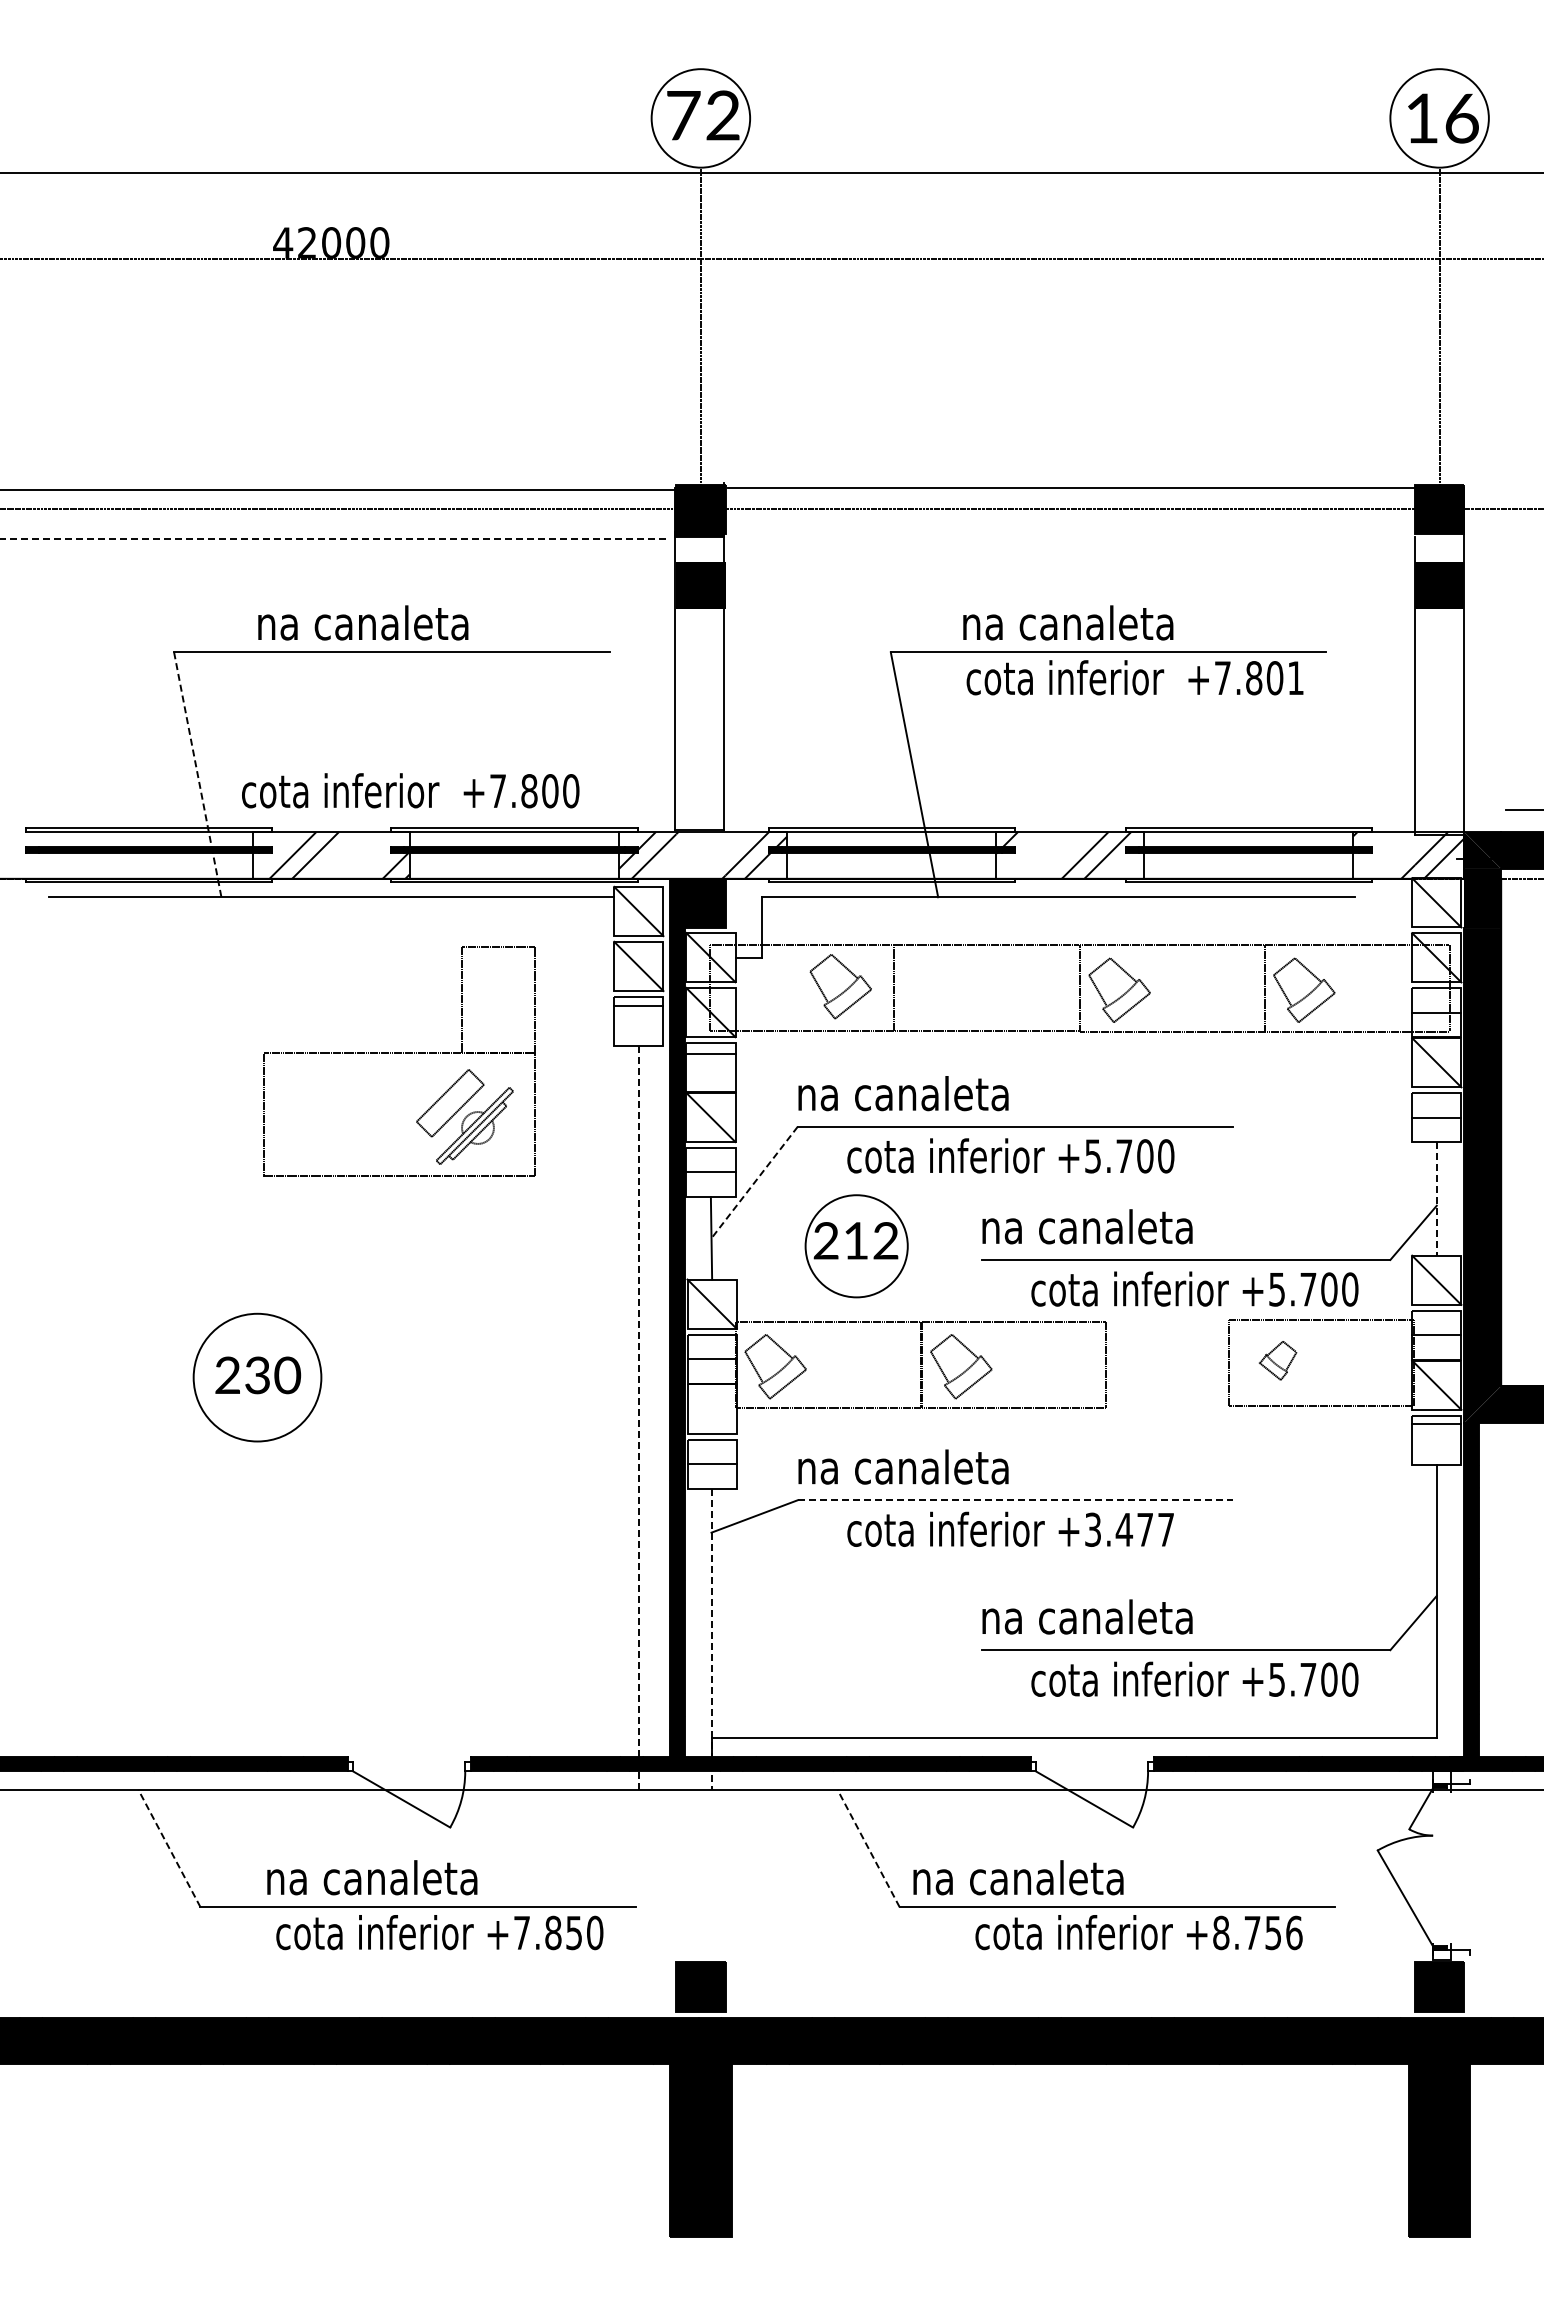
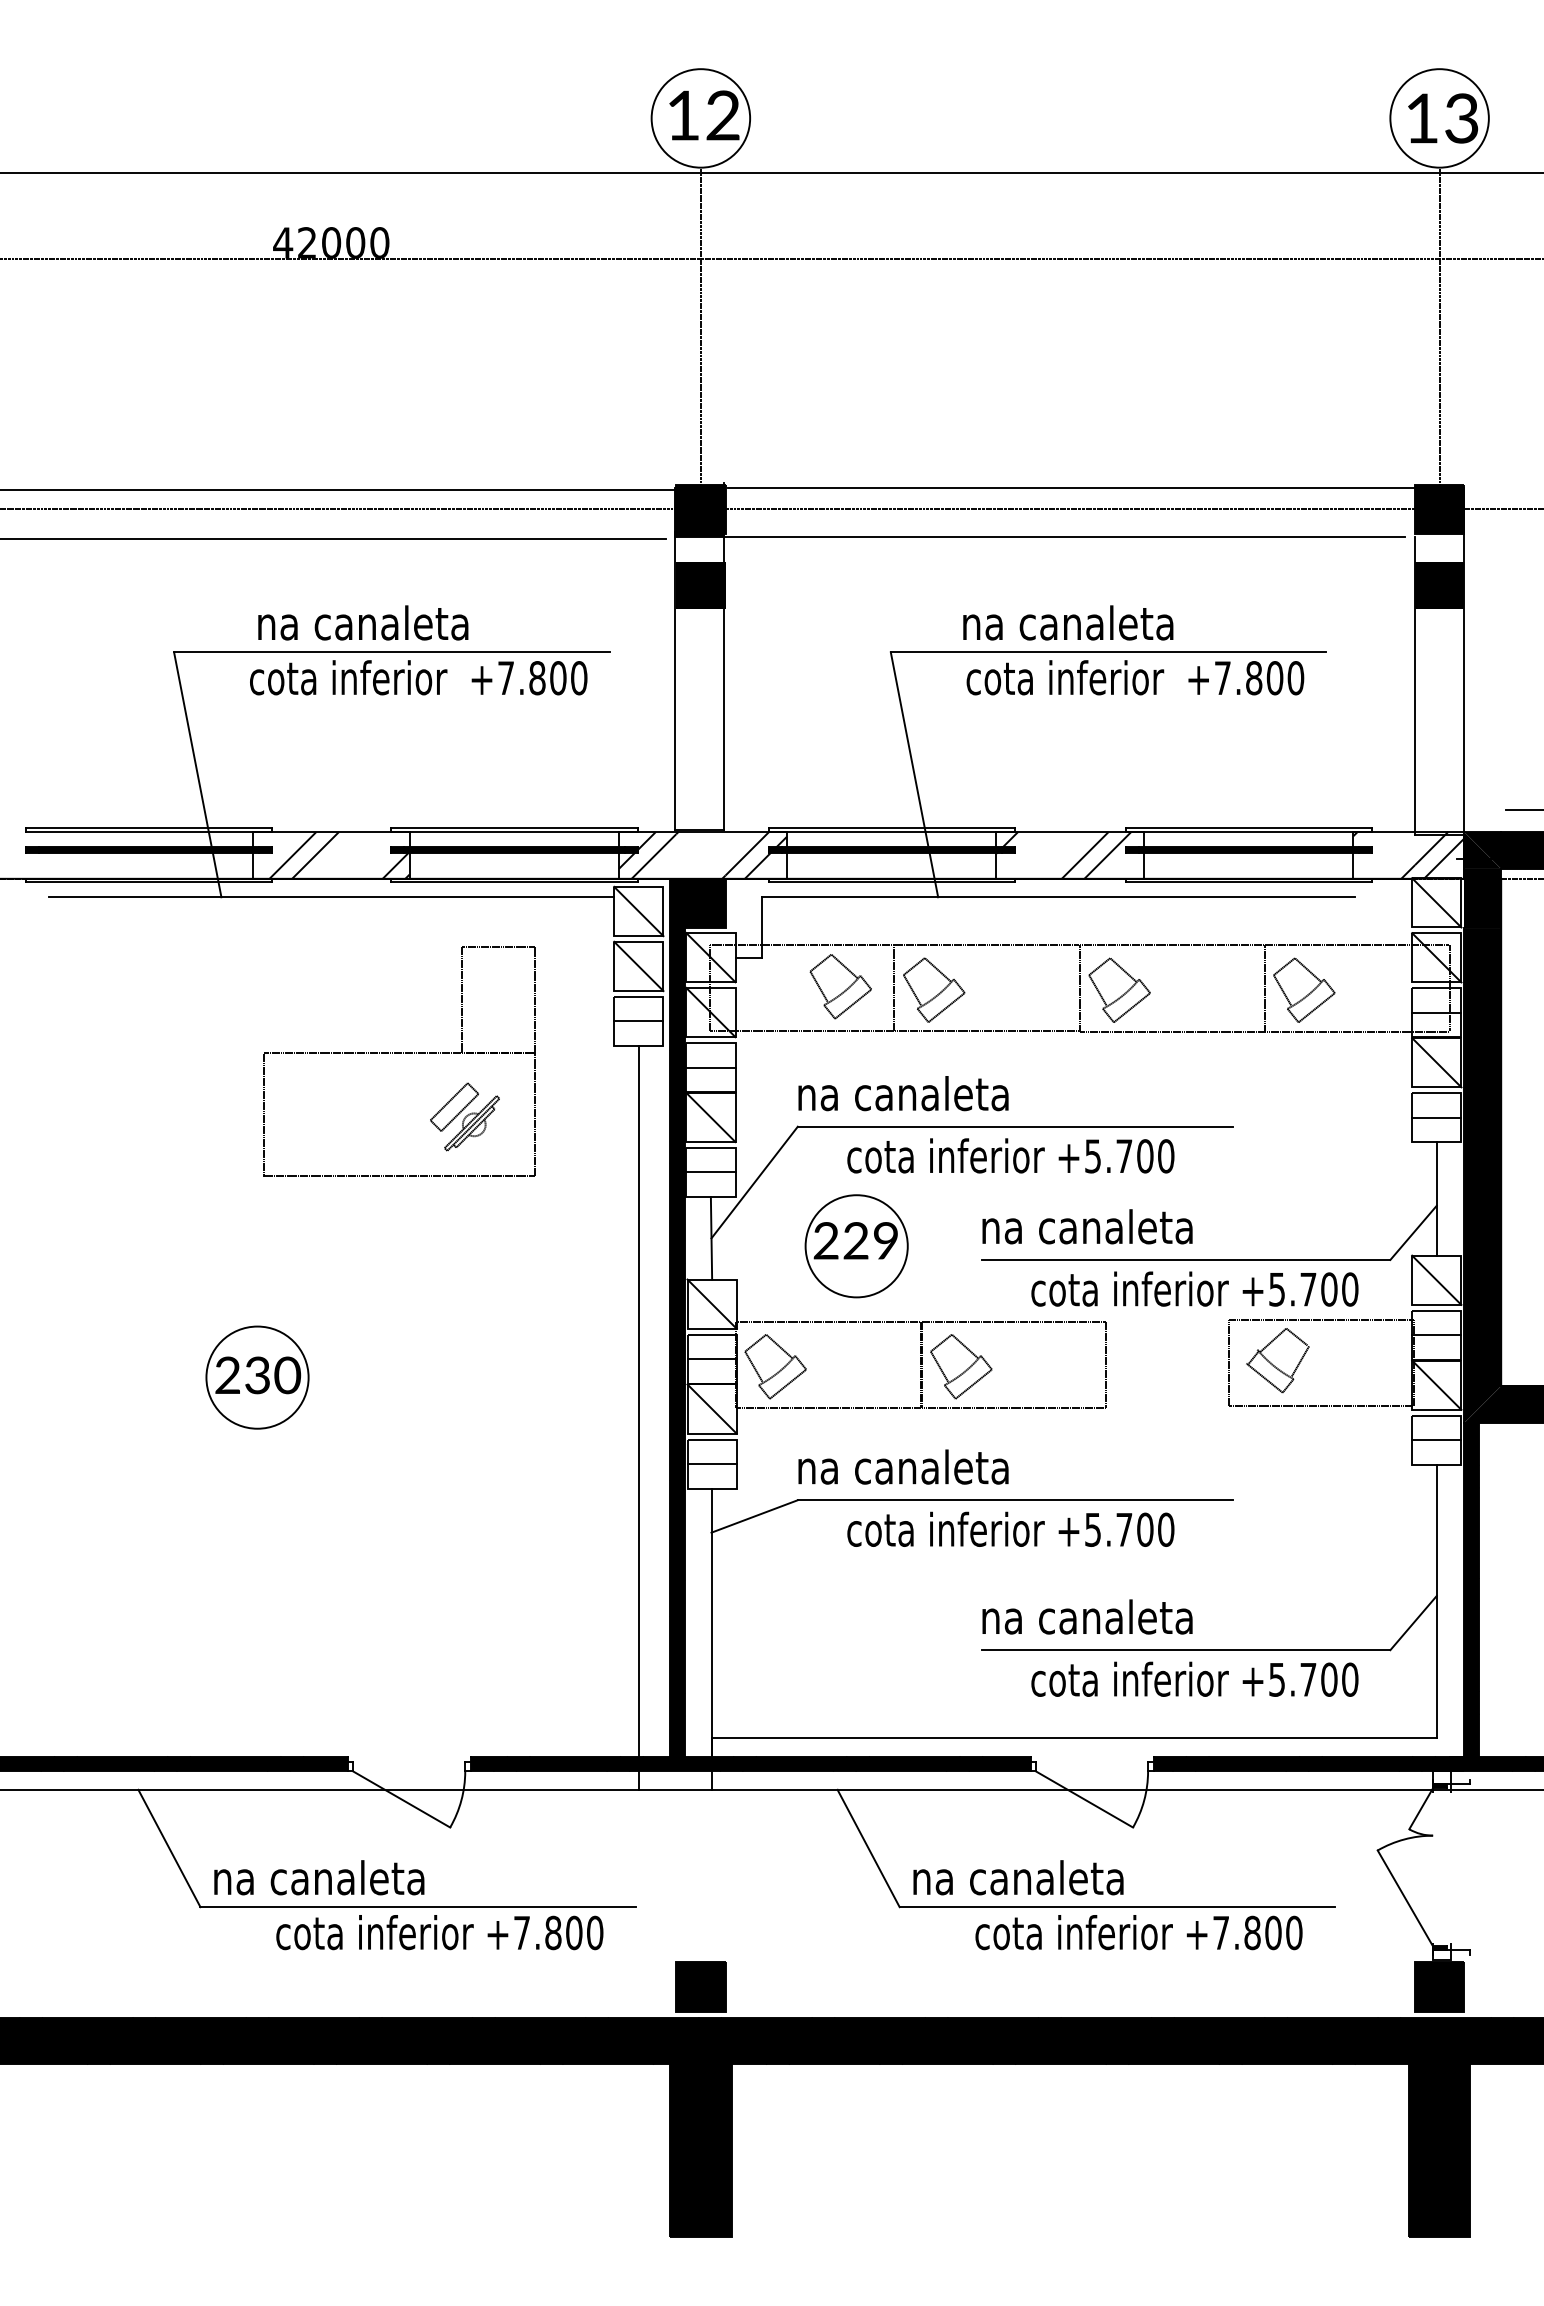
text at (683, 115): 72 -> 12
text at (1461, 118): 16 -> 13
line at (1064, 536): none -> present
line at (332, 539): dashed -> solid
text at (1295, 678): +7.801 -> +7.800
line at (197, 774): dashed -> solid
text at (410, 790) position: (410, 790) -> (418, 677)
part at (934, 989): none -> present
line at (638, 1006) position: (638, 1006) -> (638, 1021)
line at (710, 1053) position: (710, 1053) -> (710, 1067)
part at (464, 1116) size: 98x96 px -> 70x70 px
line at (754, 1182): dashed -> solid
line at (1436, 1199): dashed -> solid
text at (870, 1240): 212 -> 229
part at (1277, 1360) size: 40x40 px -> 64x66 px
circle at (257, 1377) diameter: 128 px -> 102 px
line at (711, 1408): none -> present
line at (638, 1417): dashed -> solid
line at (1436, 1424) position: (1436, 1424) -> (1436, 1440)
line at (1015, 1500): dashed -> solid
text at (1129, 1529): +3.477 -> +5.700
line at (712, 1639): dashed -> solid
line at (169, 1848): dashed -> solid
line at (868, 1848): dashed -> solid
text at (372, 1877) position: (372, 1877) -> (319, 1877)
text at (574, 1932): +7.850 -> +7.800
text at (1257, 1932): +8.756 -> +7.800
